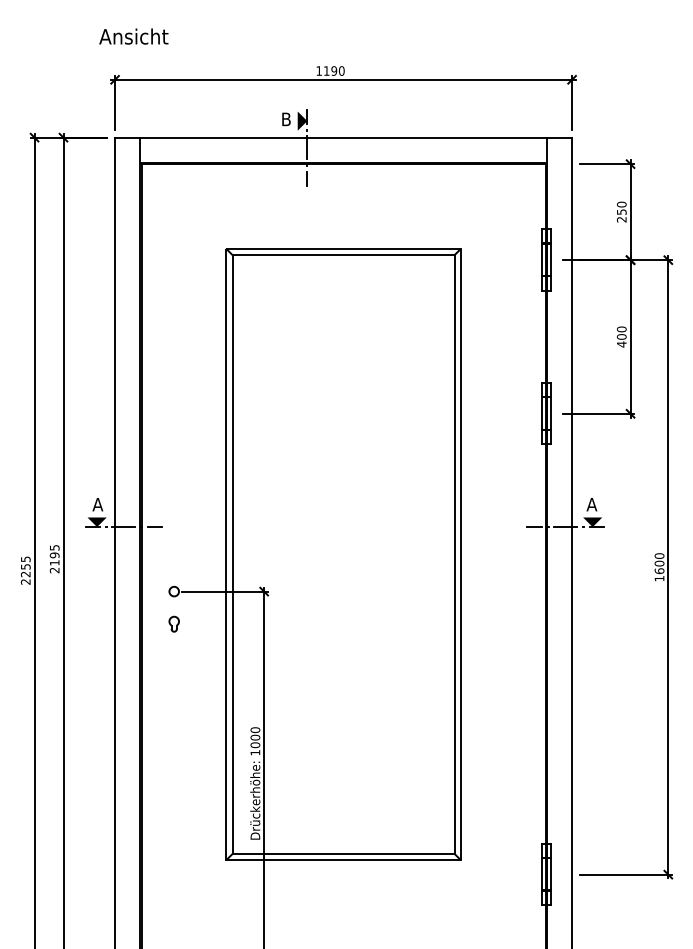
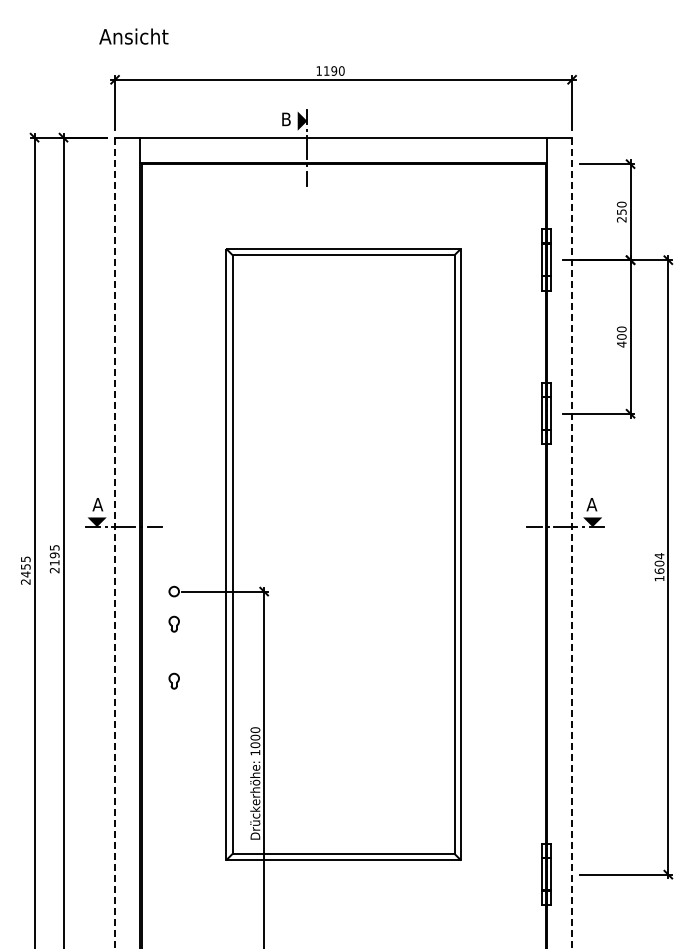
line at (115, 543): solid -> dashed
line at (572, 543): solid -> dashed
text at (659, 556): 1600 -> 1604
text at (25, 574): 2255 -> 2455
part at (173, 680): none -> present
